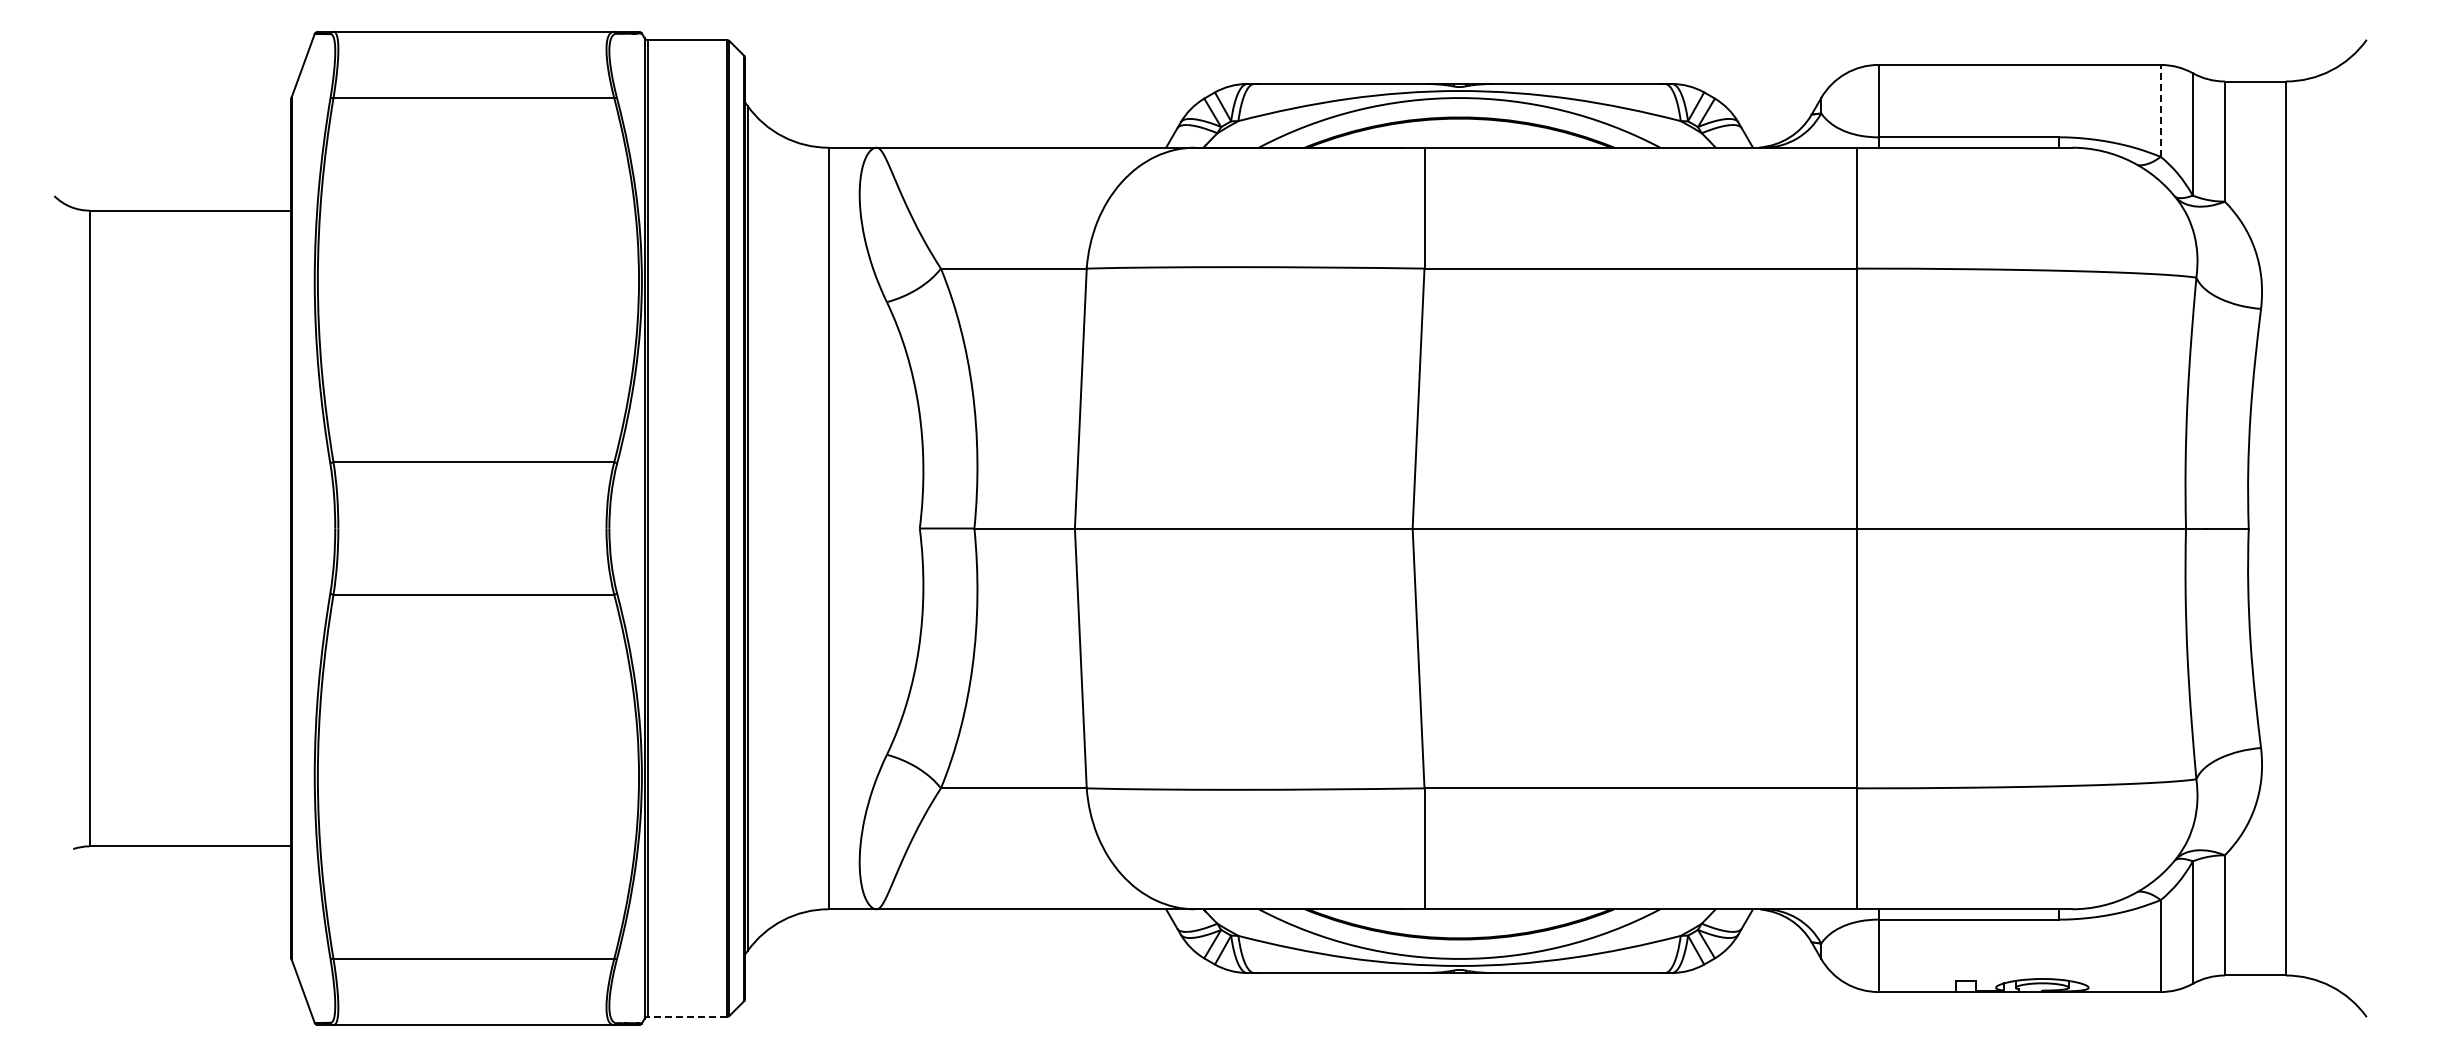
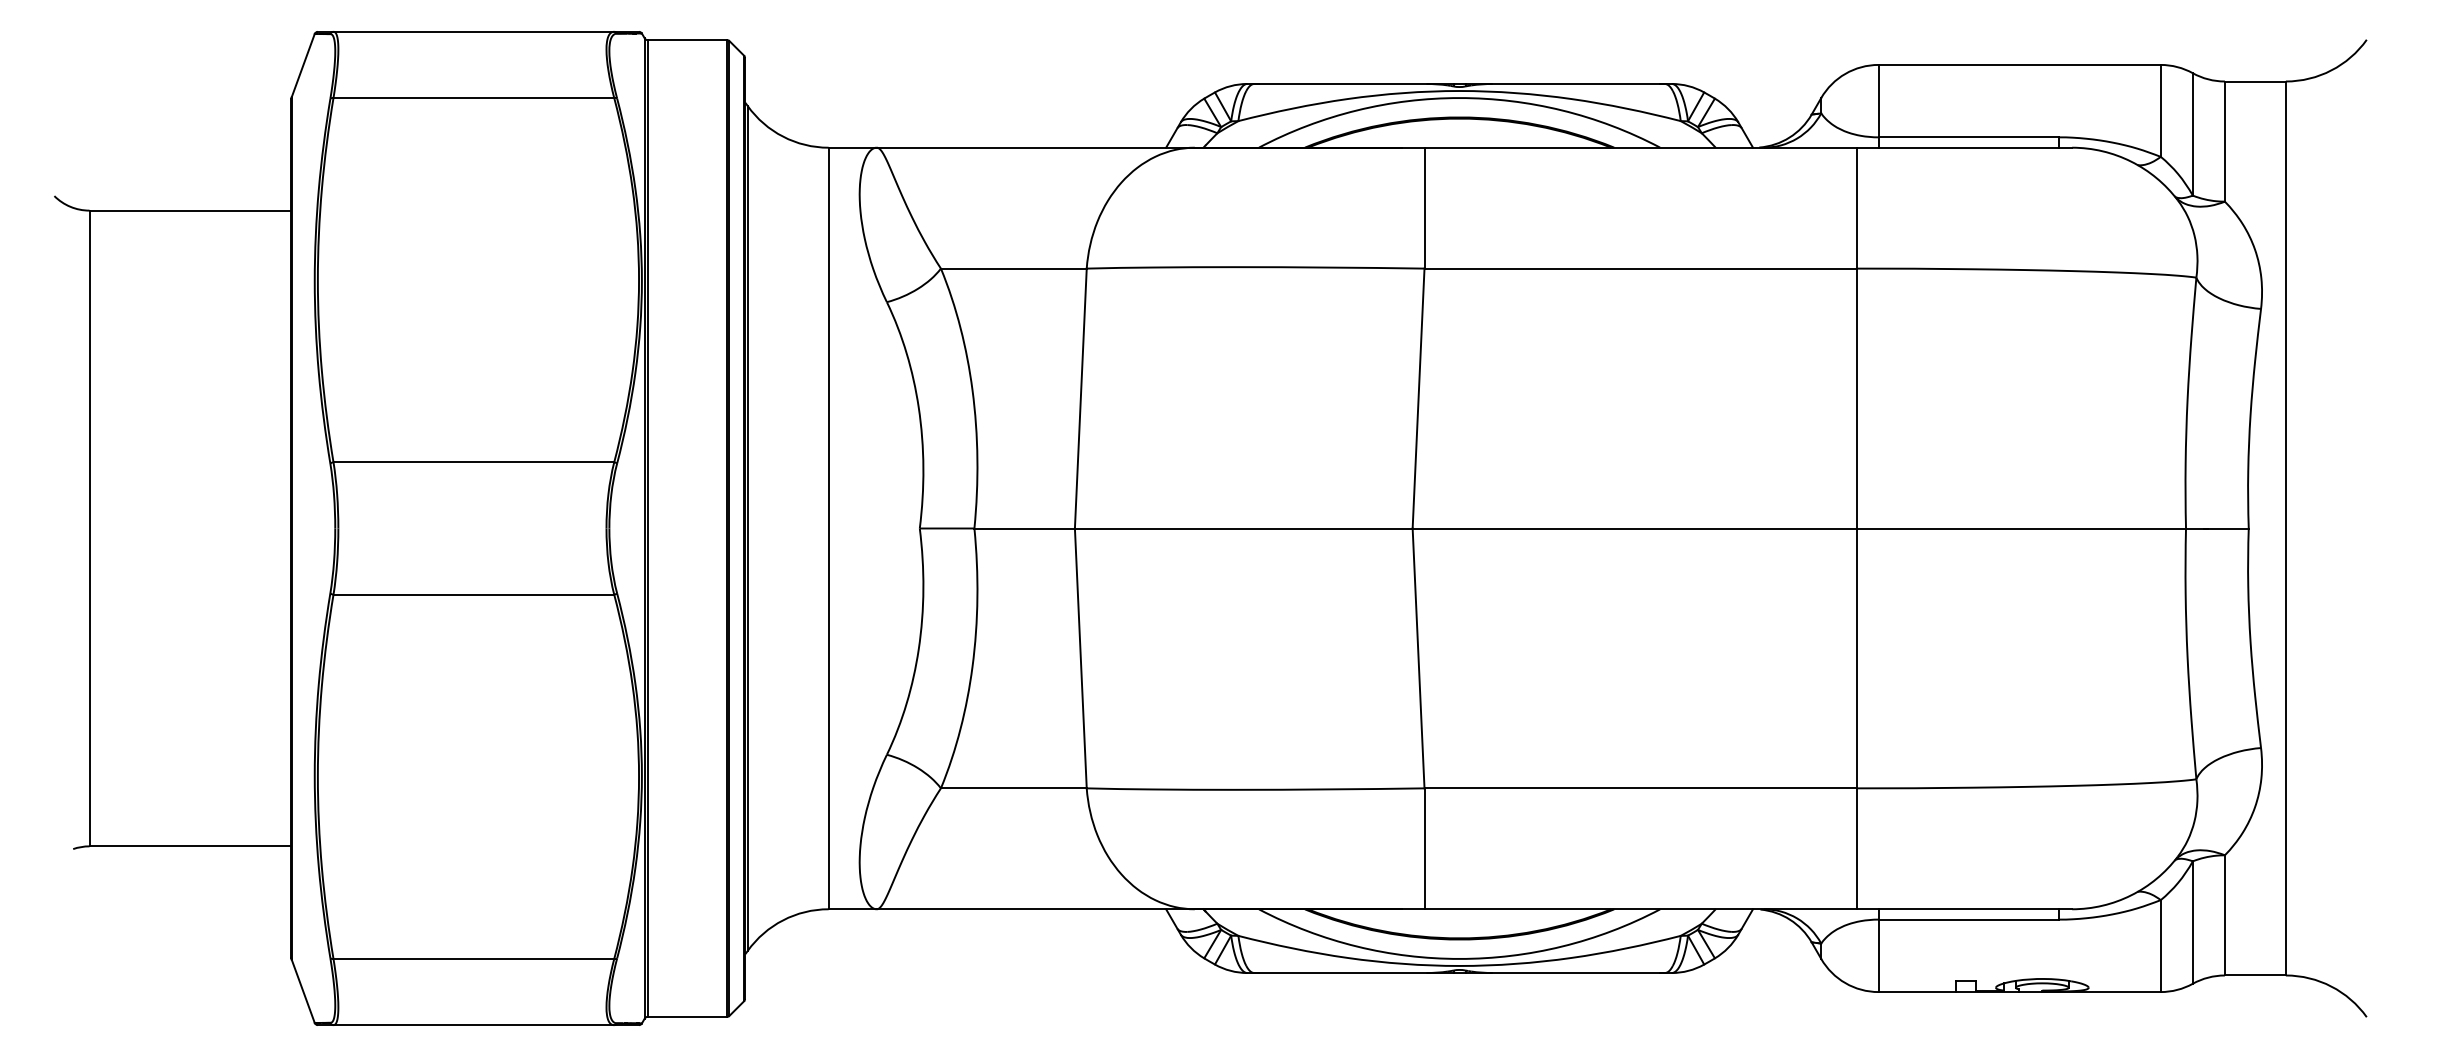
line at (2160, 110): dashed -> solid
line at (687, 1016): dashed -> solid
